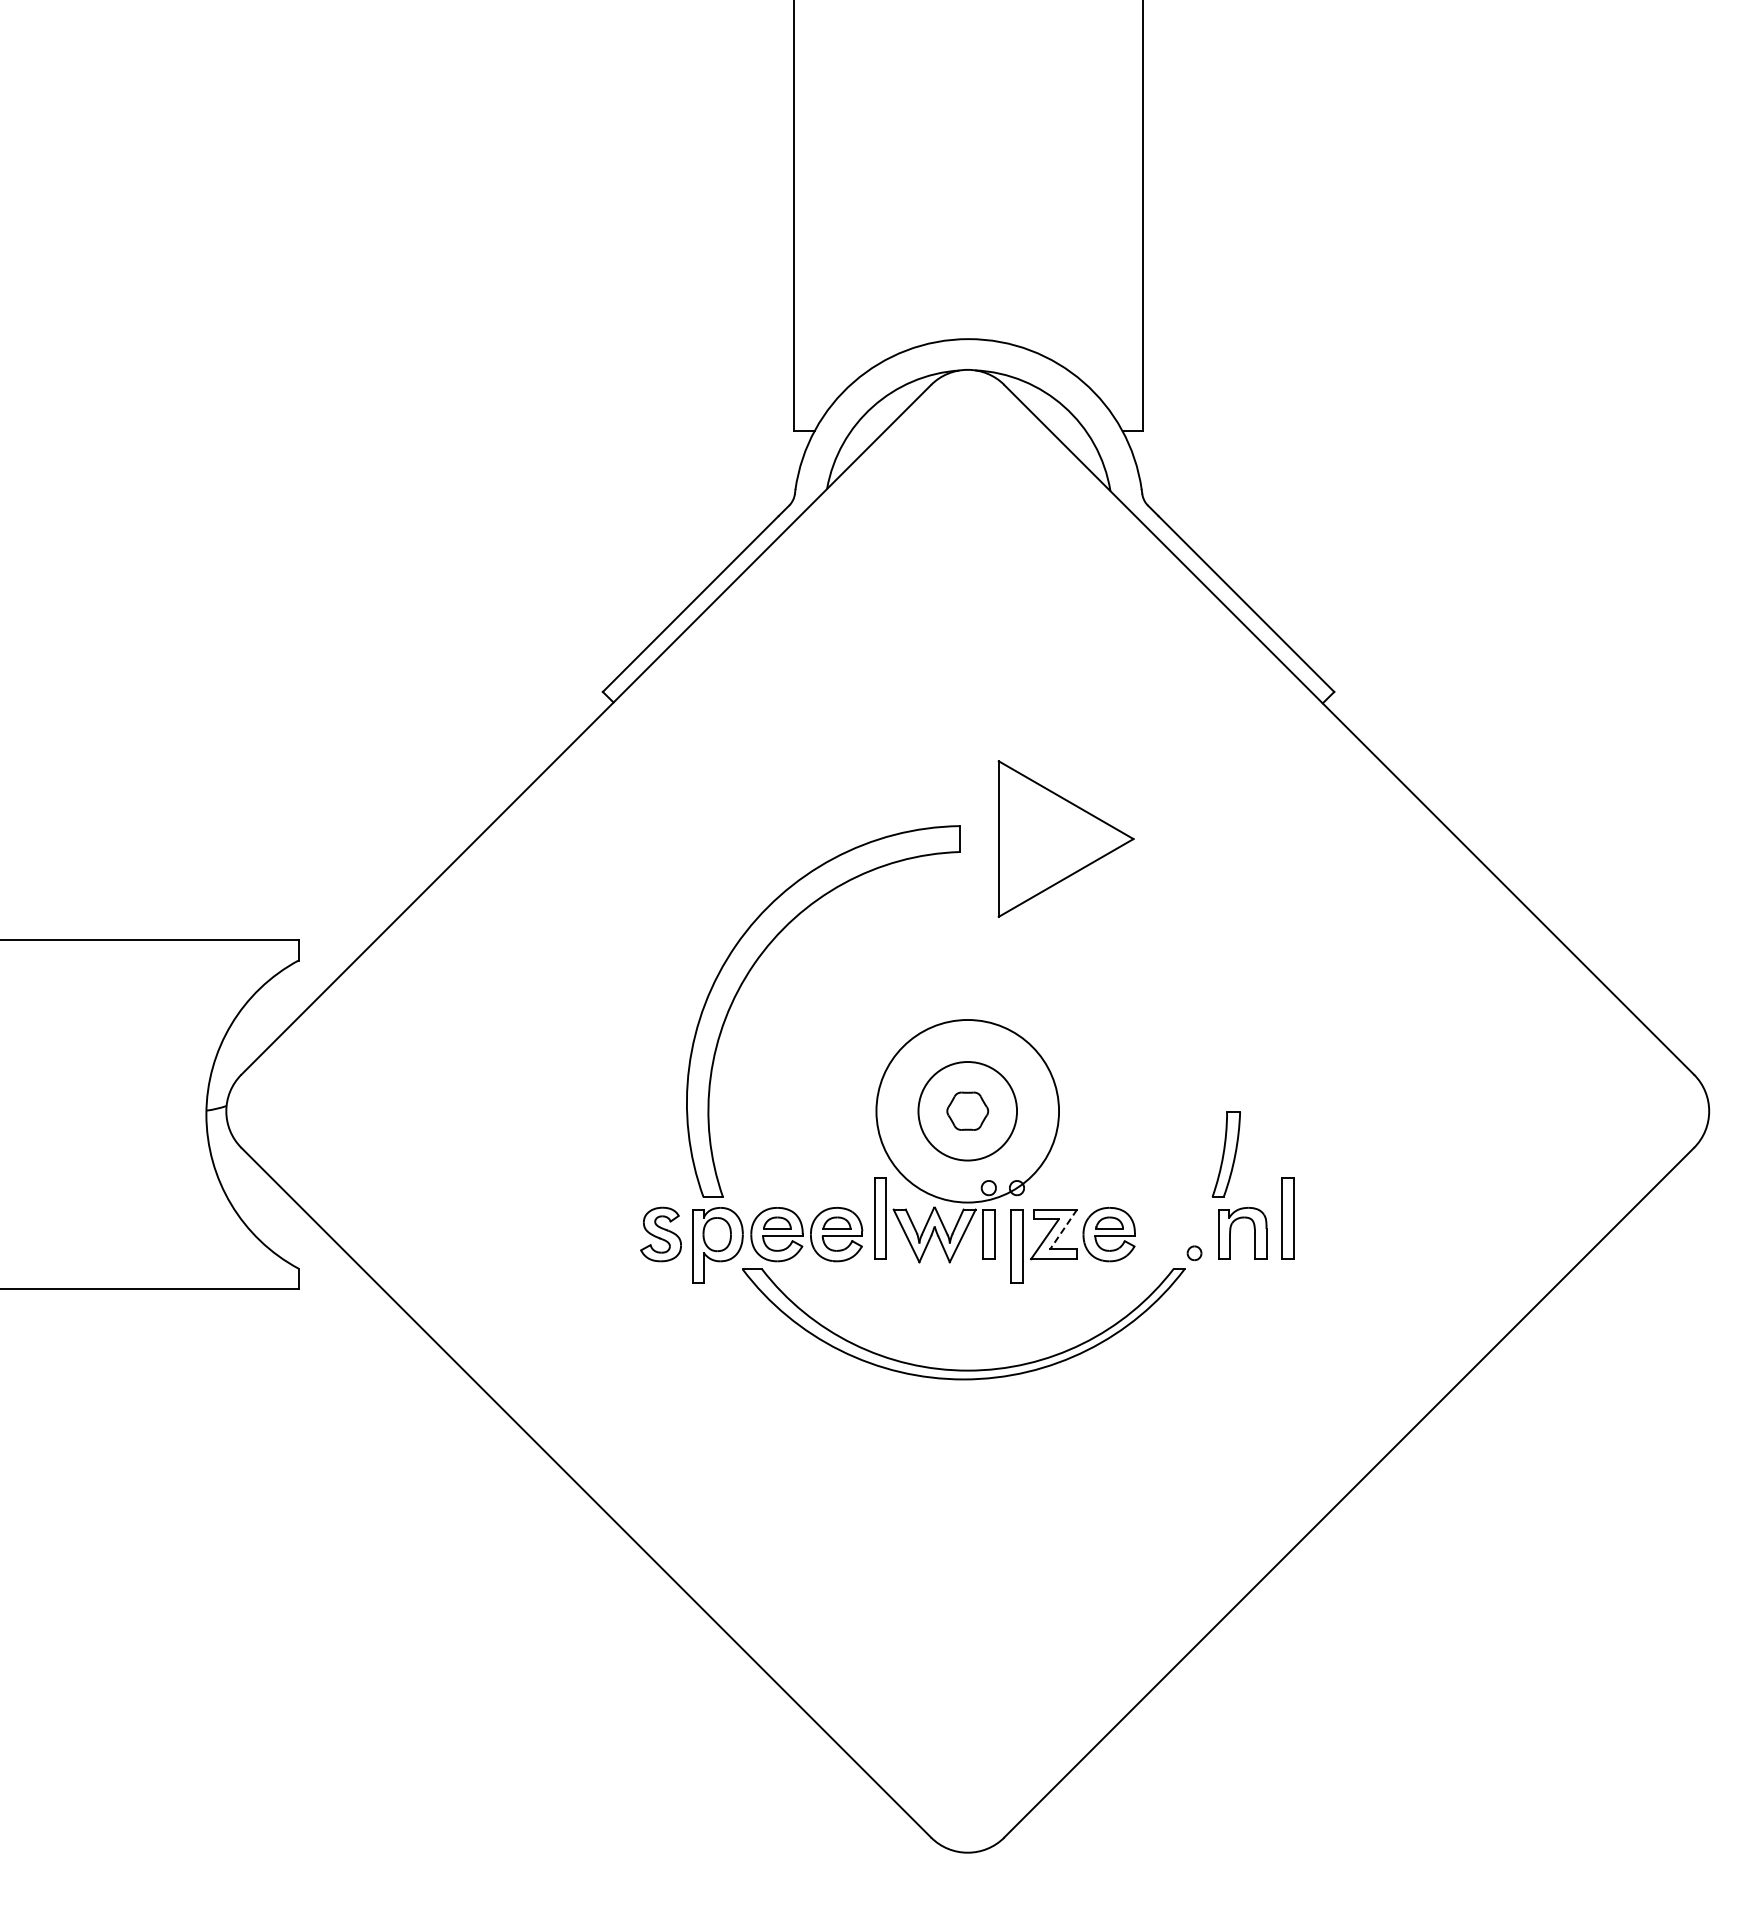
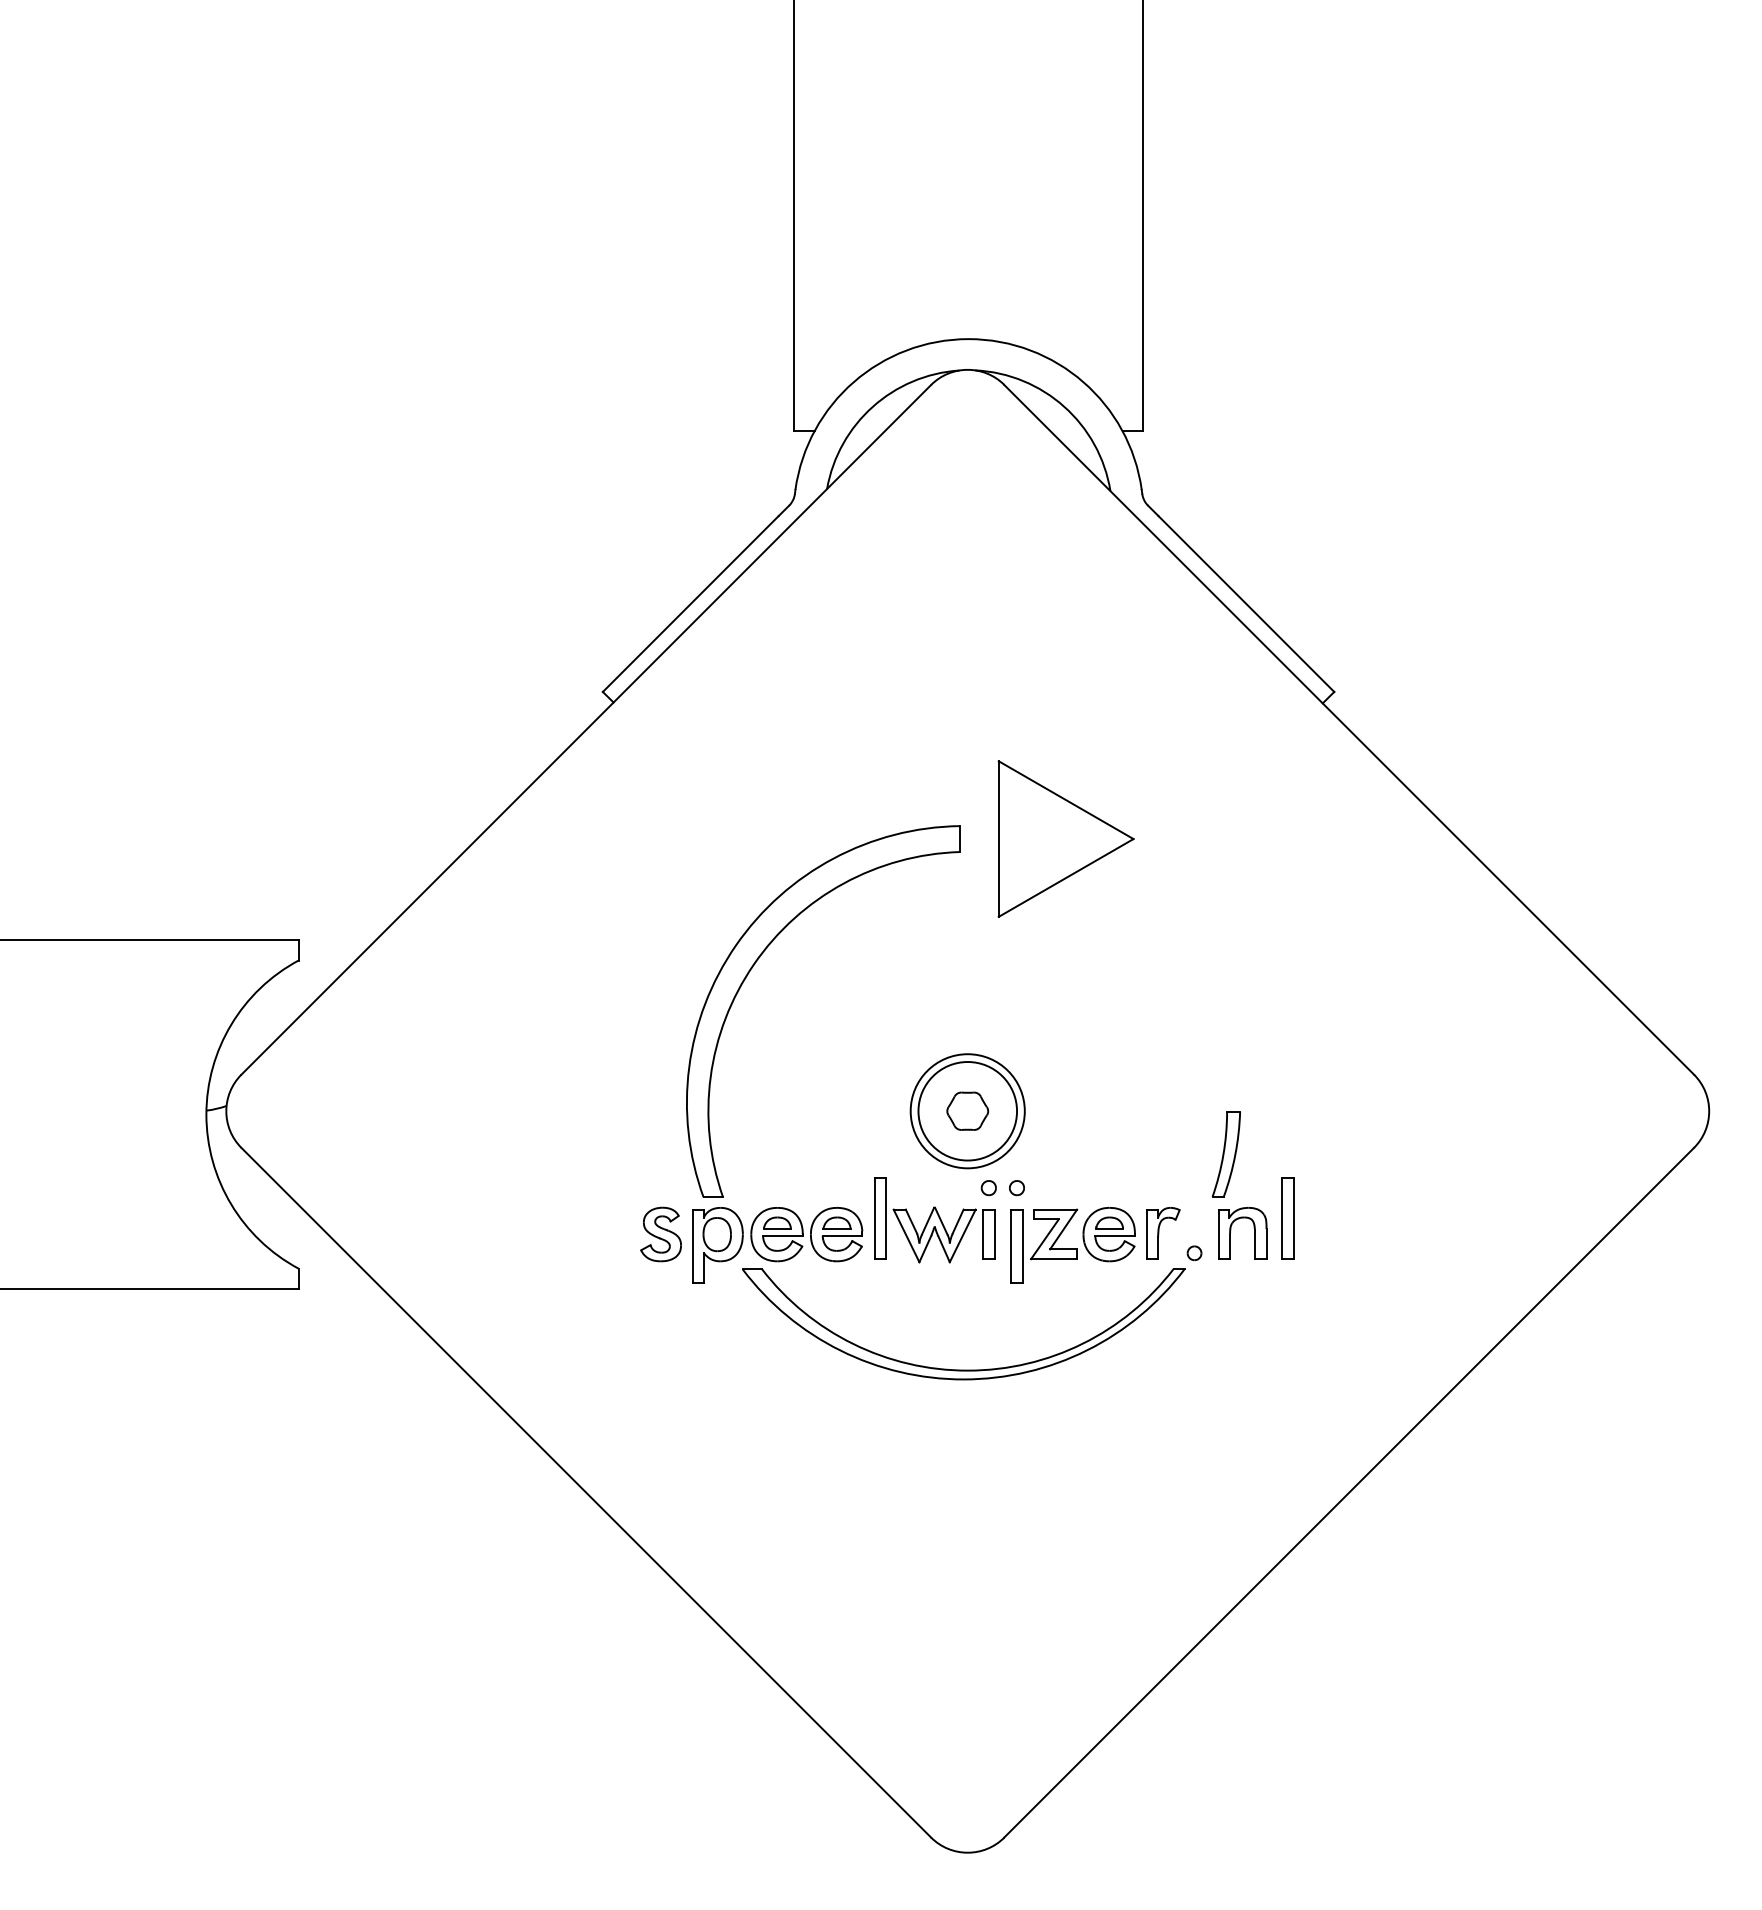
circle at (967, 1110) diameter: 183 px -> 114 px
line at (1063, 1229): dashed -> solid
part at (1163, 1233): none -> present
